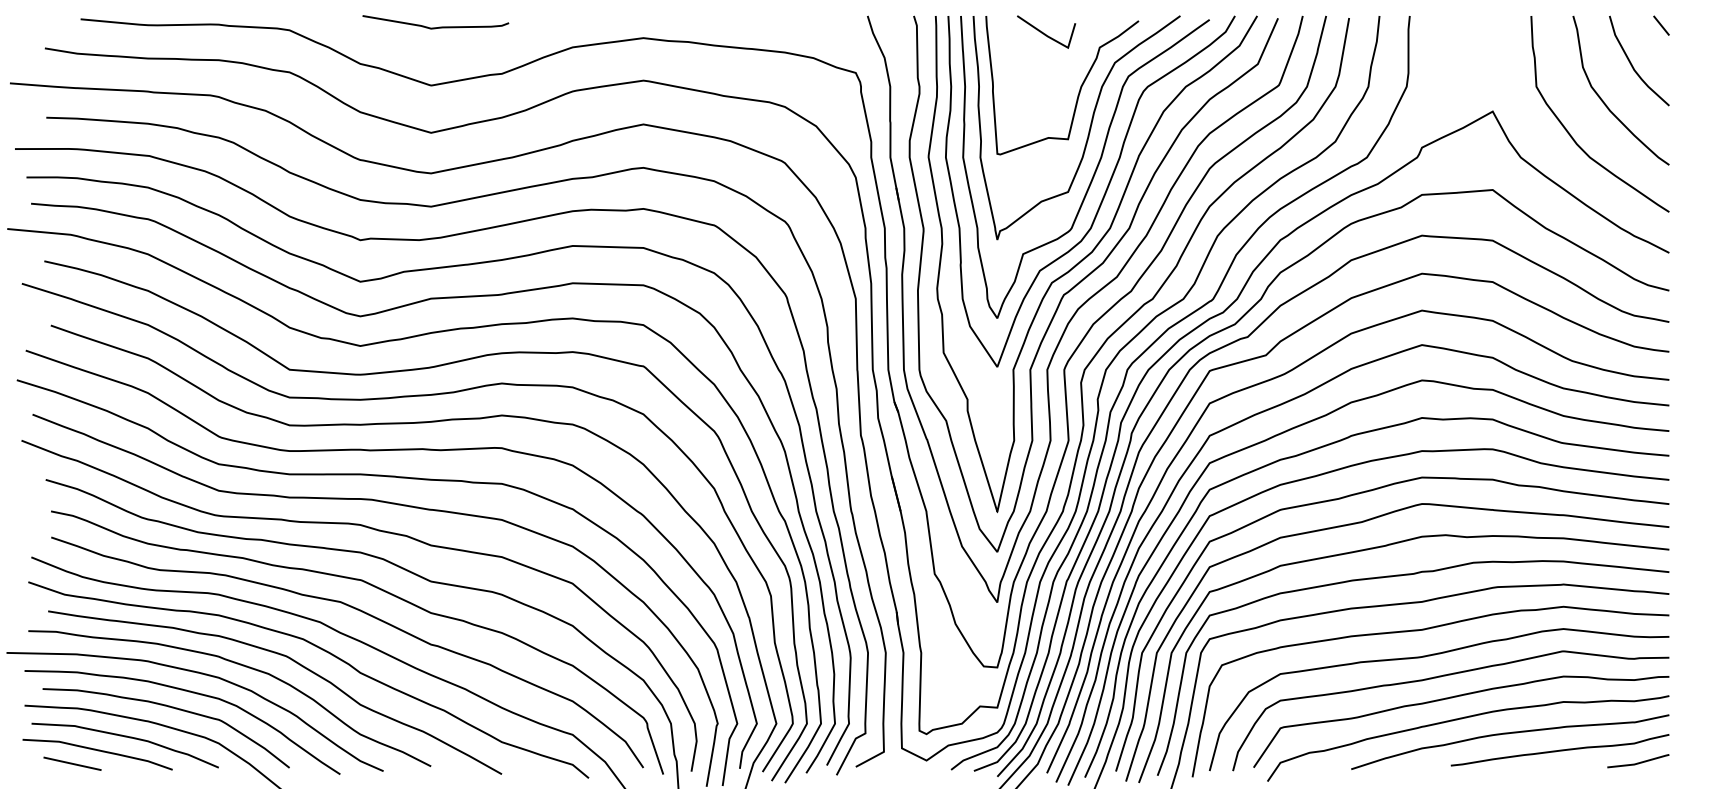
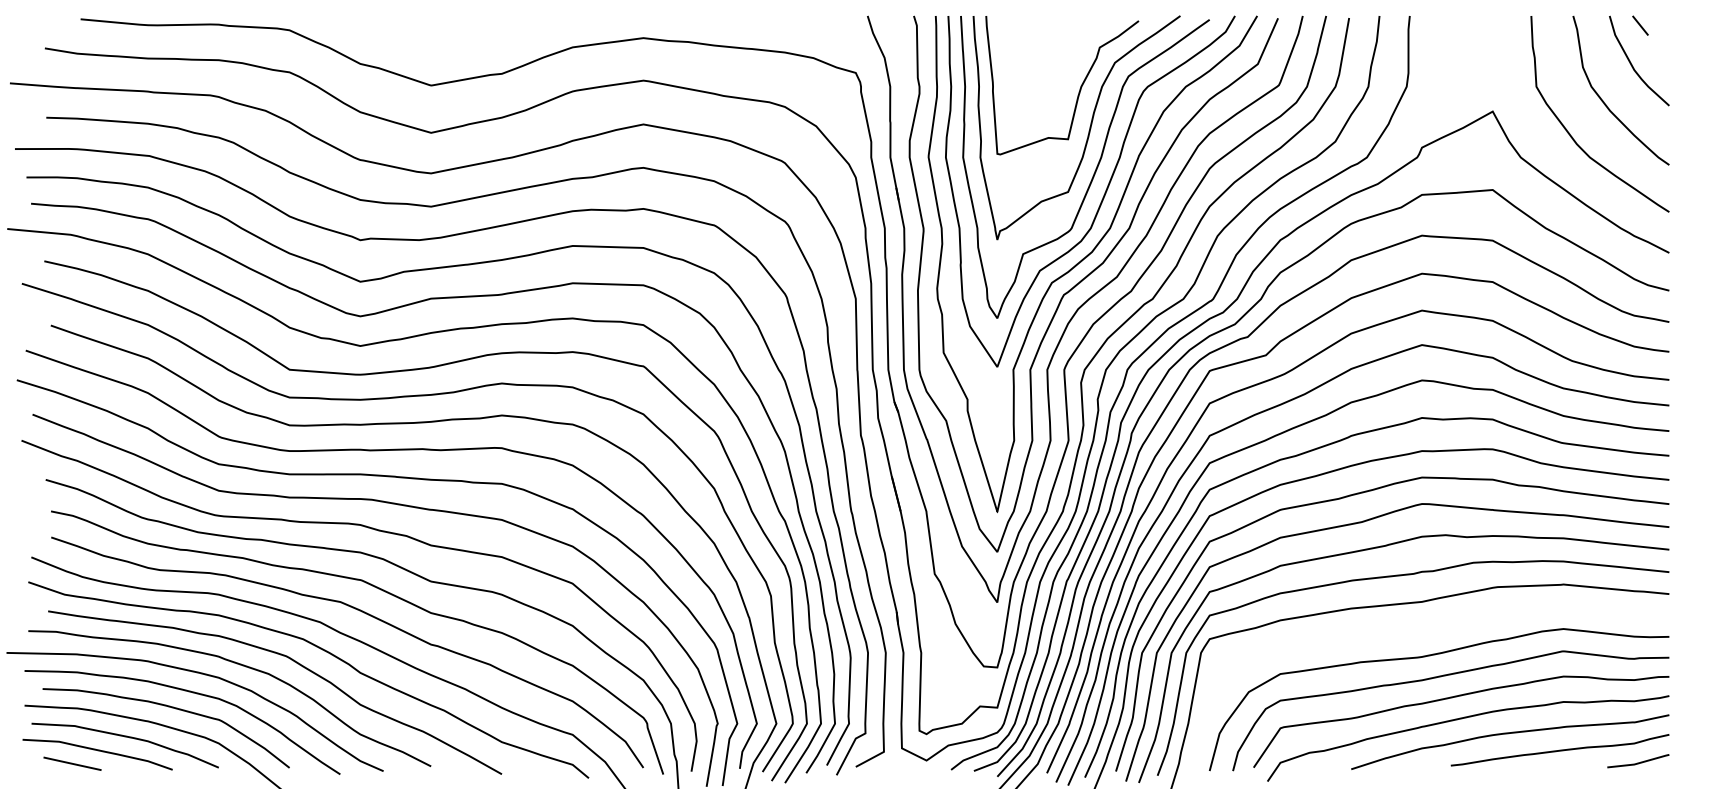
line at (1661, 25) position: (1661, 25) -> (1640, 25)
curve at (435, 27): present -> none
line at (1045, 33): present -> none
curve at (1418, 631): present -> none
